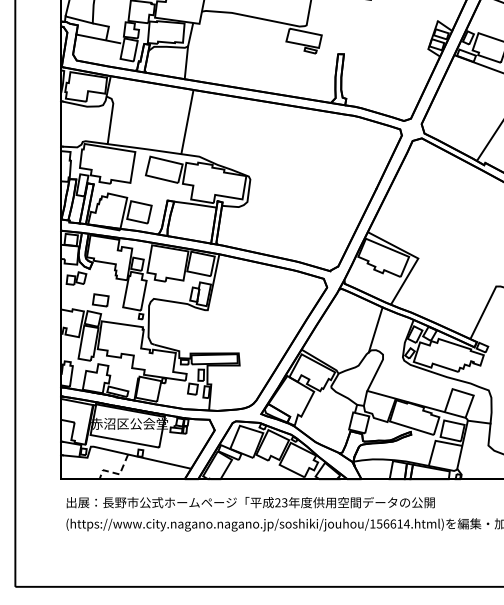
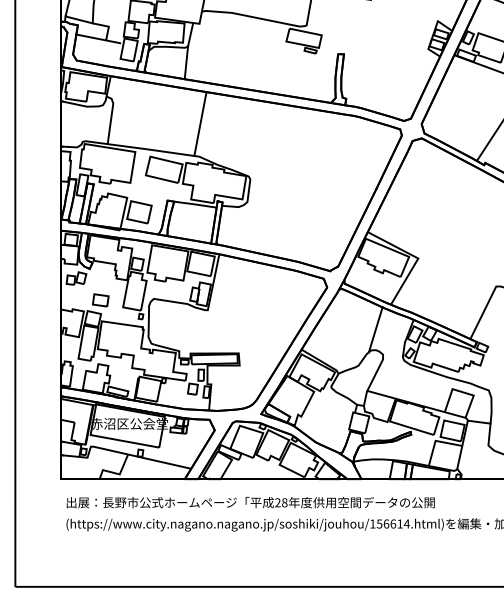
line at (187, 121) position: (187, 121) -> (200, 123)
line at (116, 473): dashed -> solid
text at (284, 502): 23 -> 28
